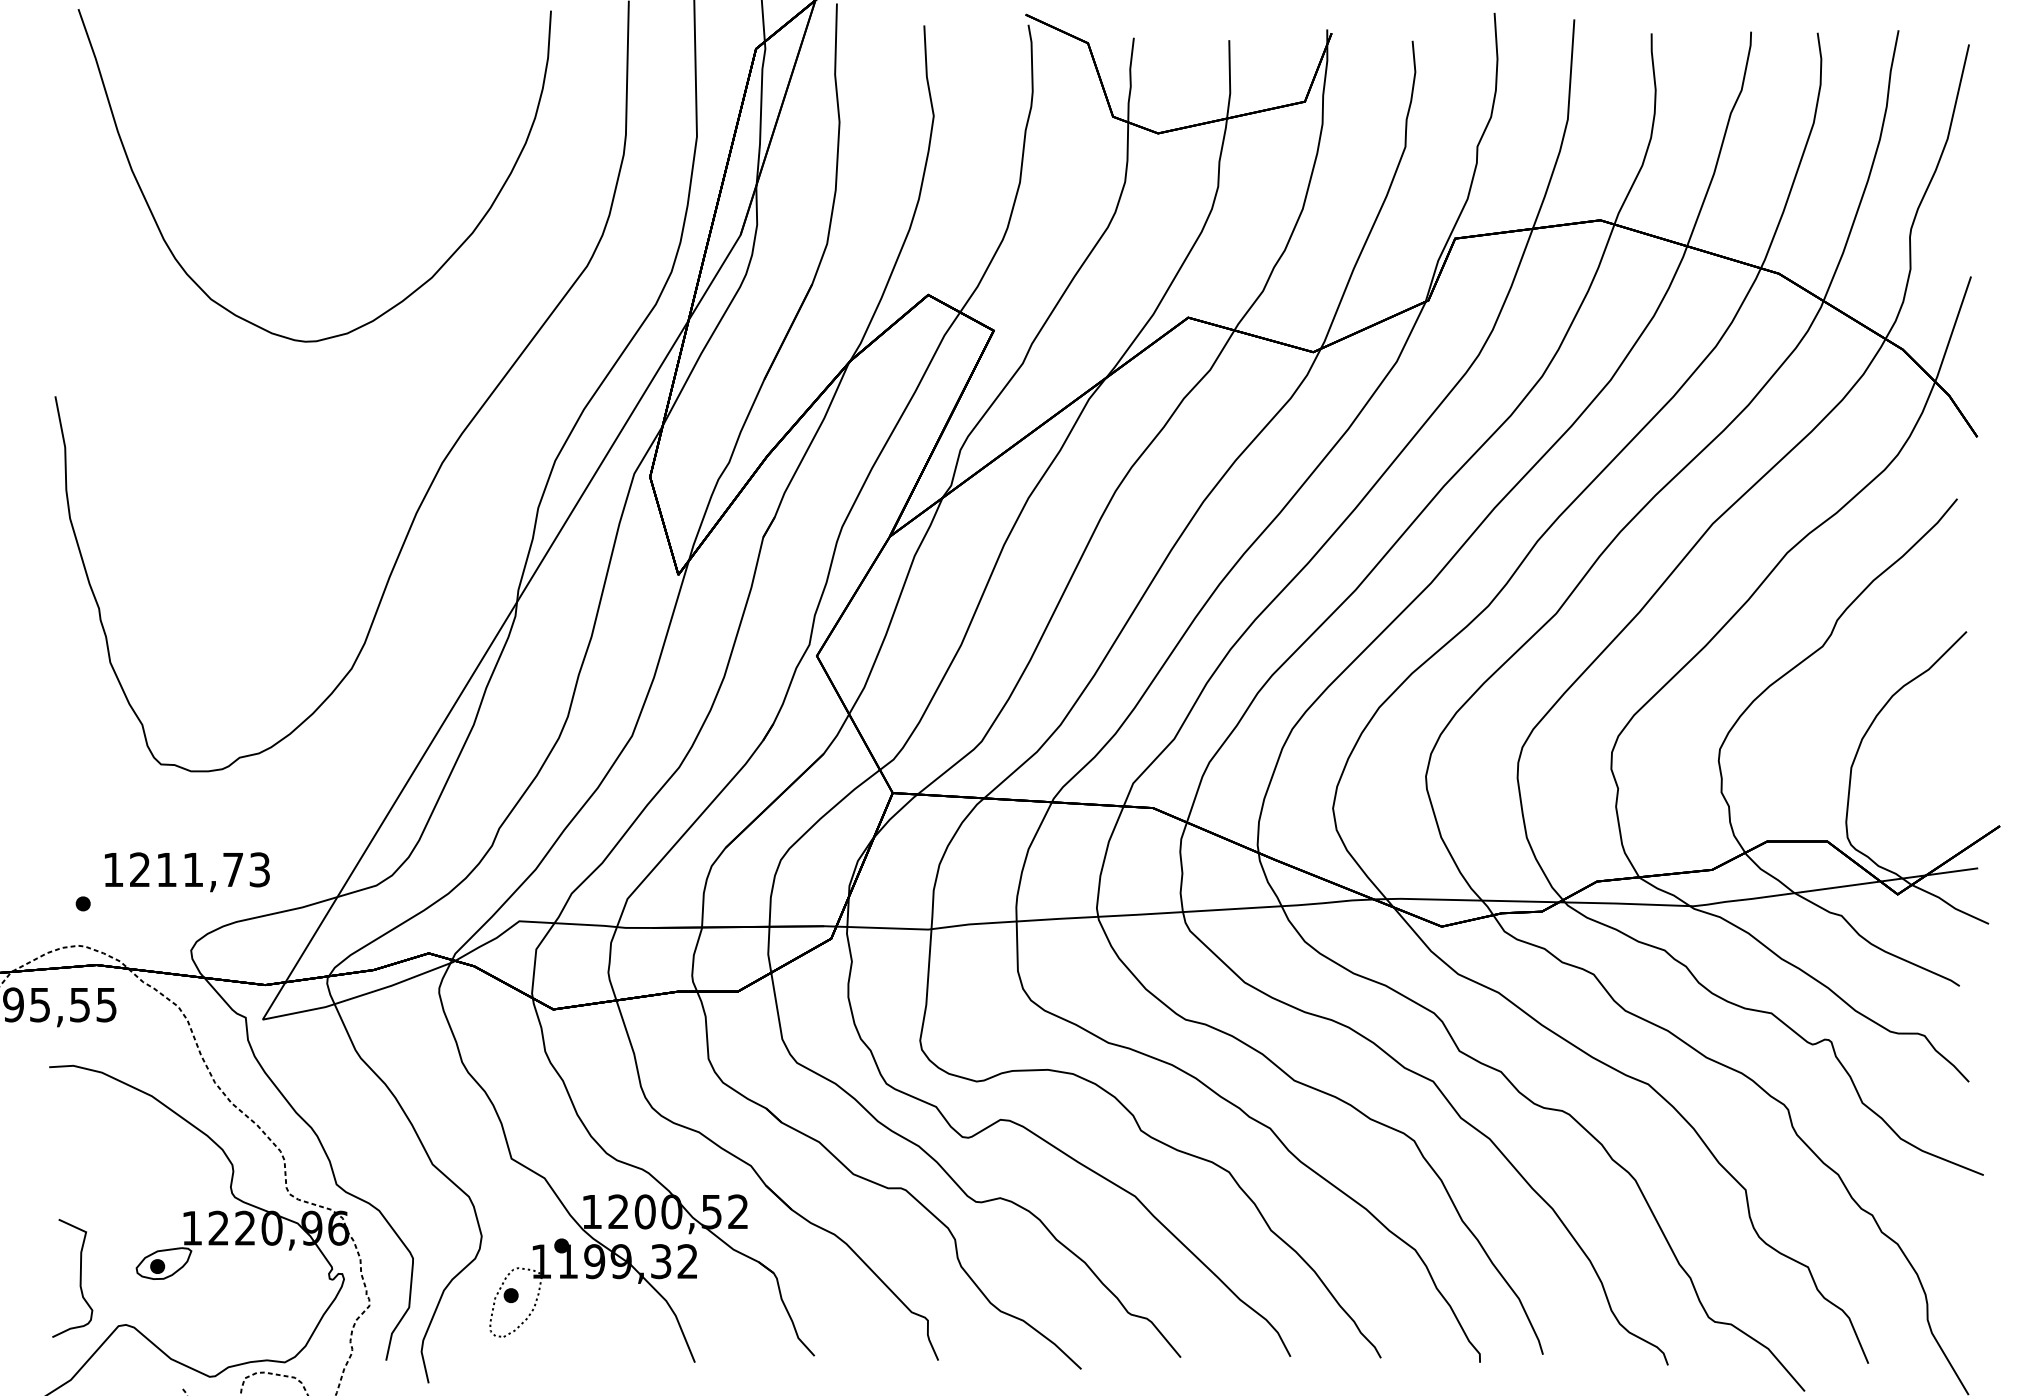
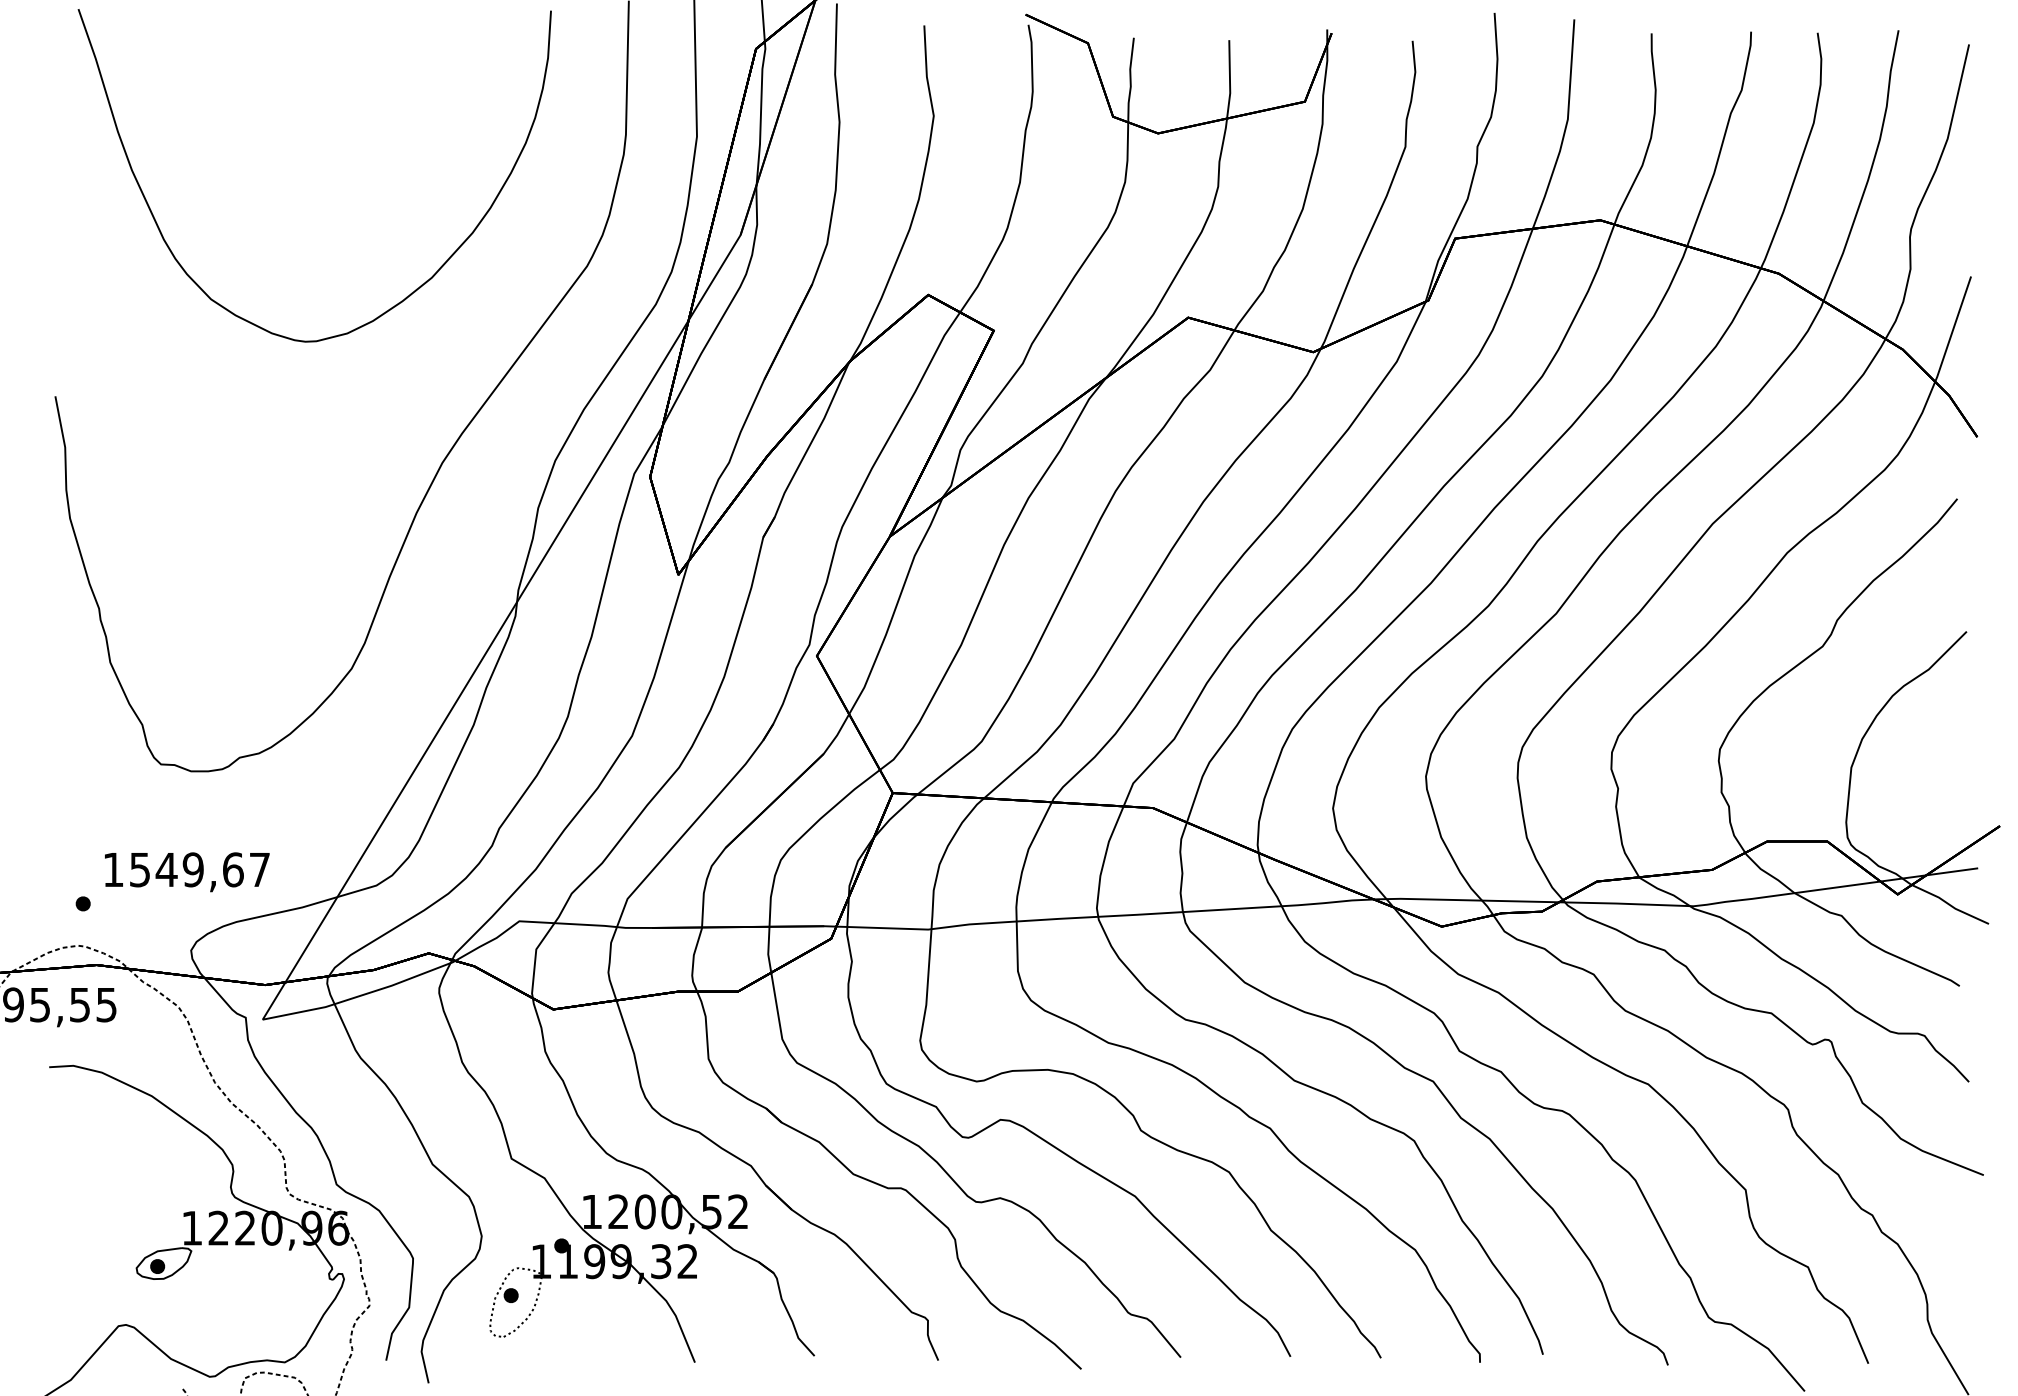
text at (199, 869): 1211,73 -> 1549,67
curve at (79, 1277): present -> none
